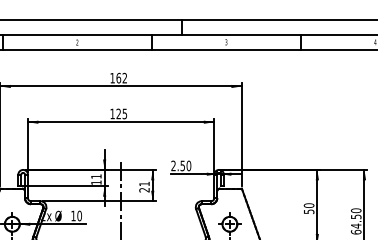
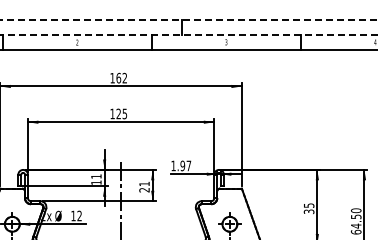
line at (188, 20): solid -> dashed
line at (189, 35): solid -> dashed
text at (181, 165): 2.50 -> 1.97
text at (308, 208): 50 -> 35
text at (79, 215): 10 -> 12
